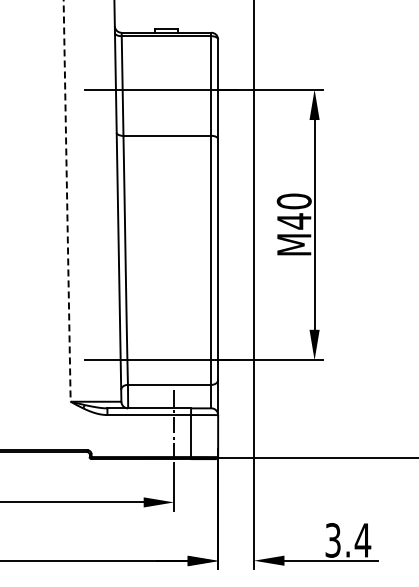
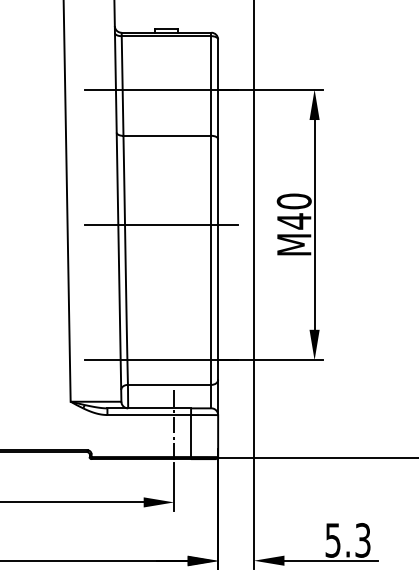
line at (67, 201): dashed -> solid
line at (161, 224): none -> present
text at (348, 540): 3.4 -> 5.3
